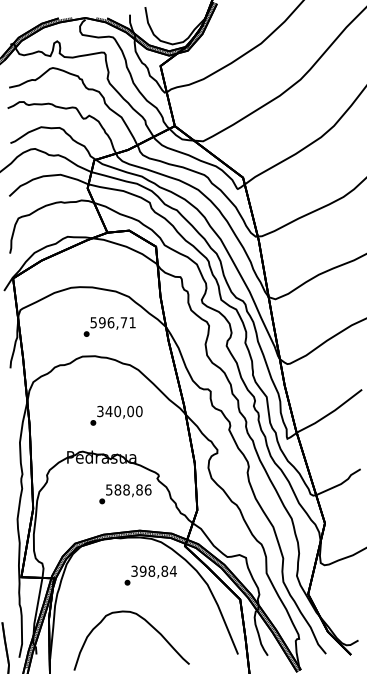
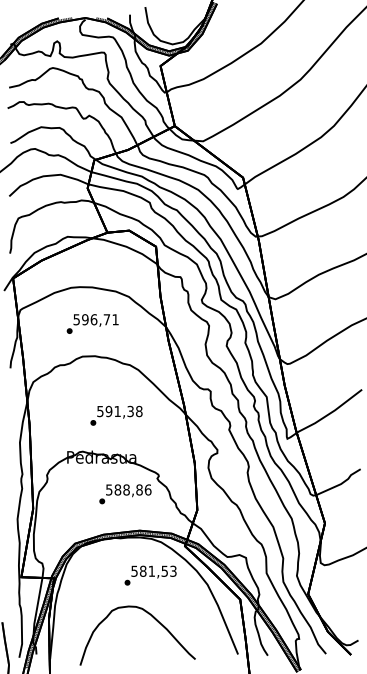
text at (109, 326) position: (109, 326) -> (92, 323)
text at (119, 411): 340,00 -> 591,38
text at (153, 570): 398,84 -> 581,53
curve at (147, 623) position: (147, 623) -> (153, 618)
